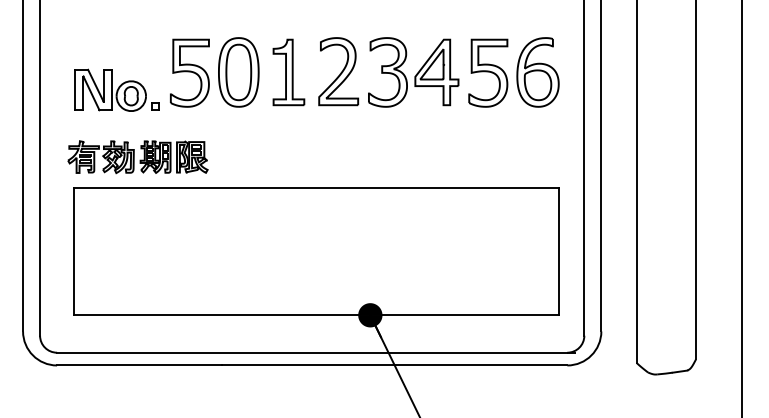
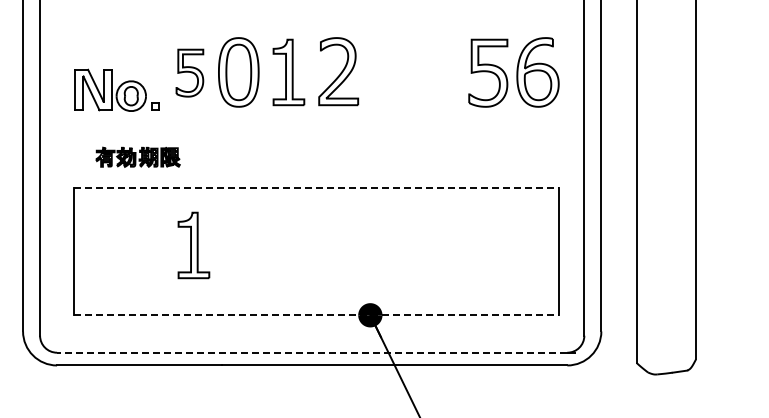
part at (189, 72) size: 40x70 px -> 30x50 px
part at (413, 72): present -> none
part at (137, 157) size: 142x35 px -> 86x22 px
line at (316, 187): solid -> dashed
line at (741, 208): present -> none
part at (193, 245): none -> present
line at (316, 315): solid -> dashed
line at (311, 352): solid -> dashed
